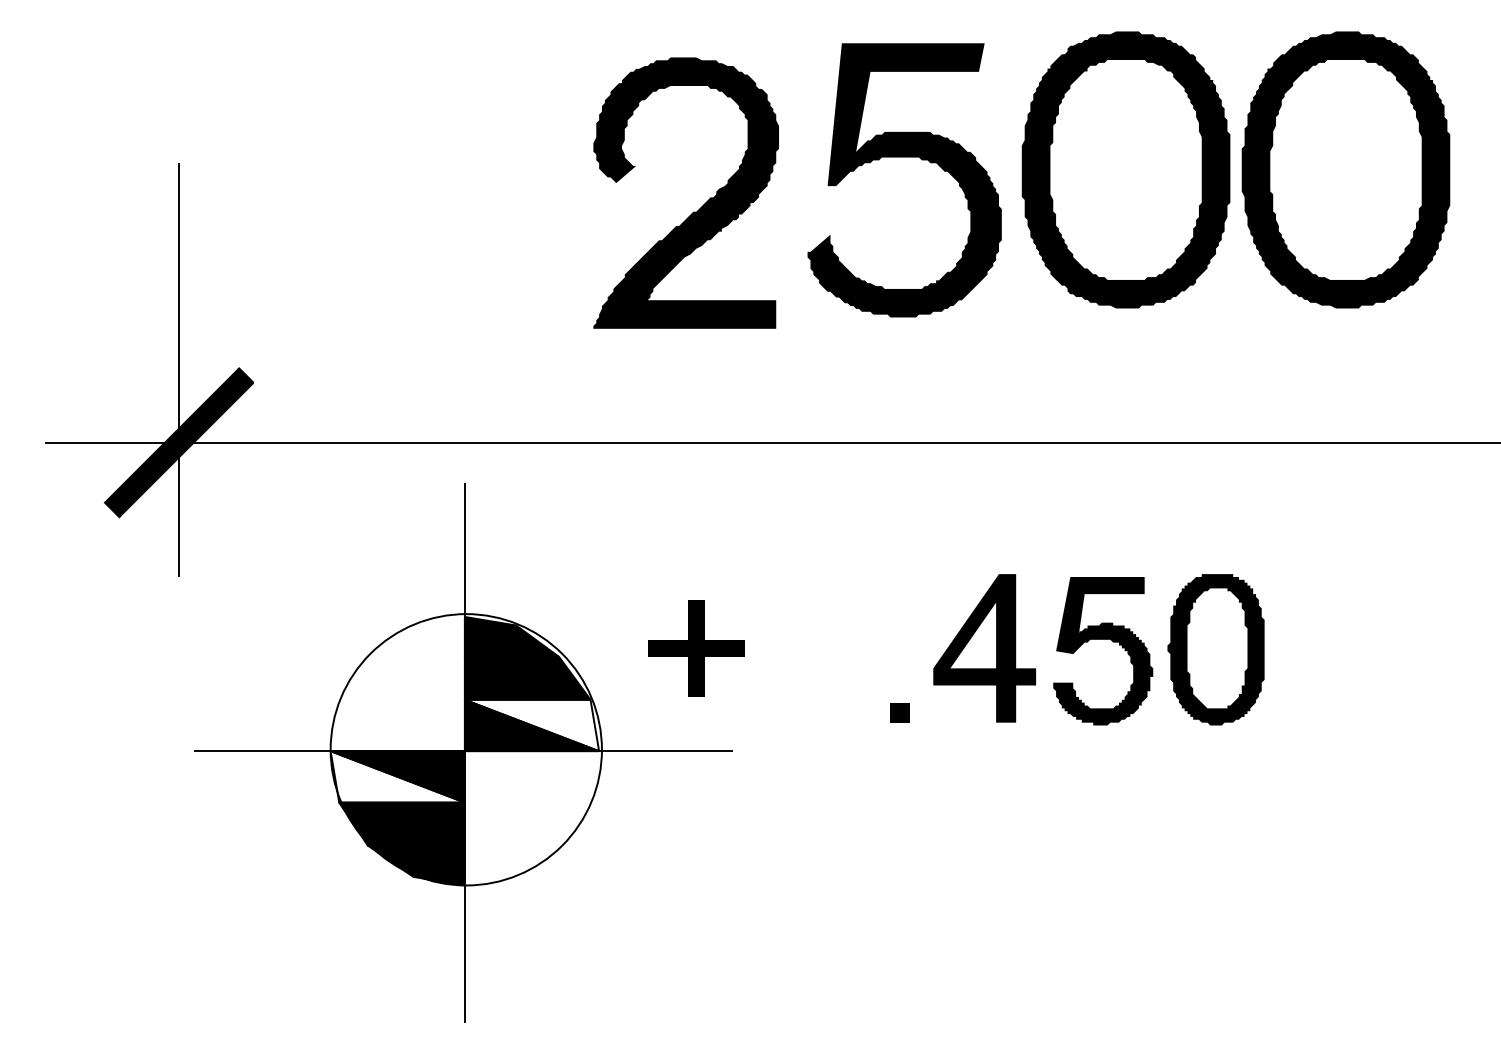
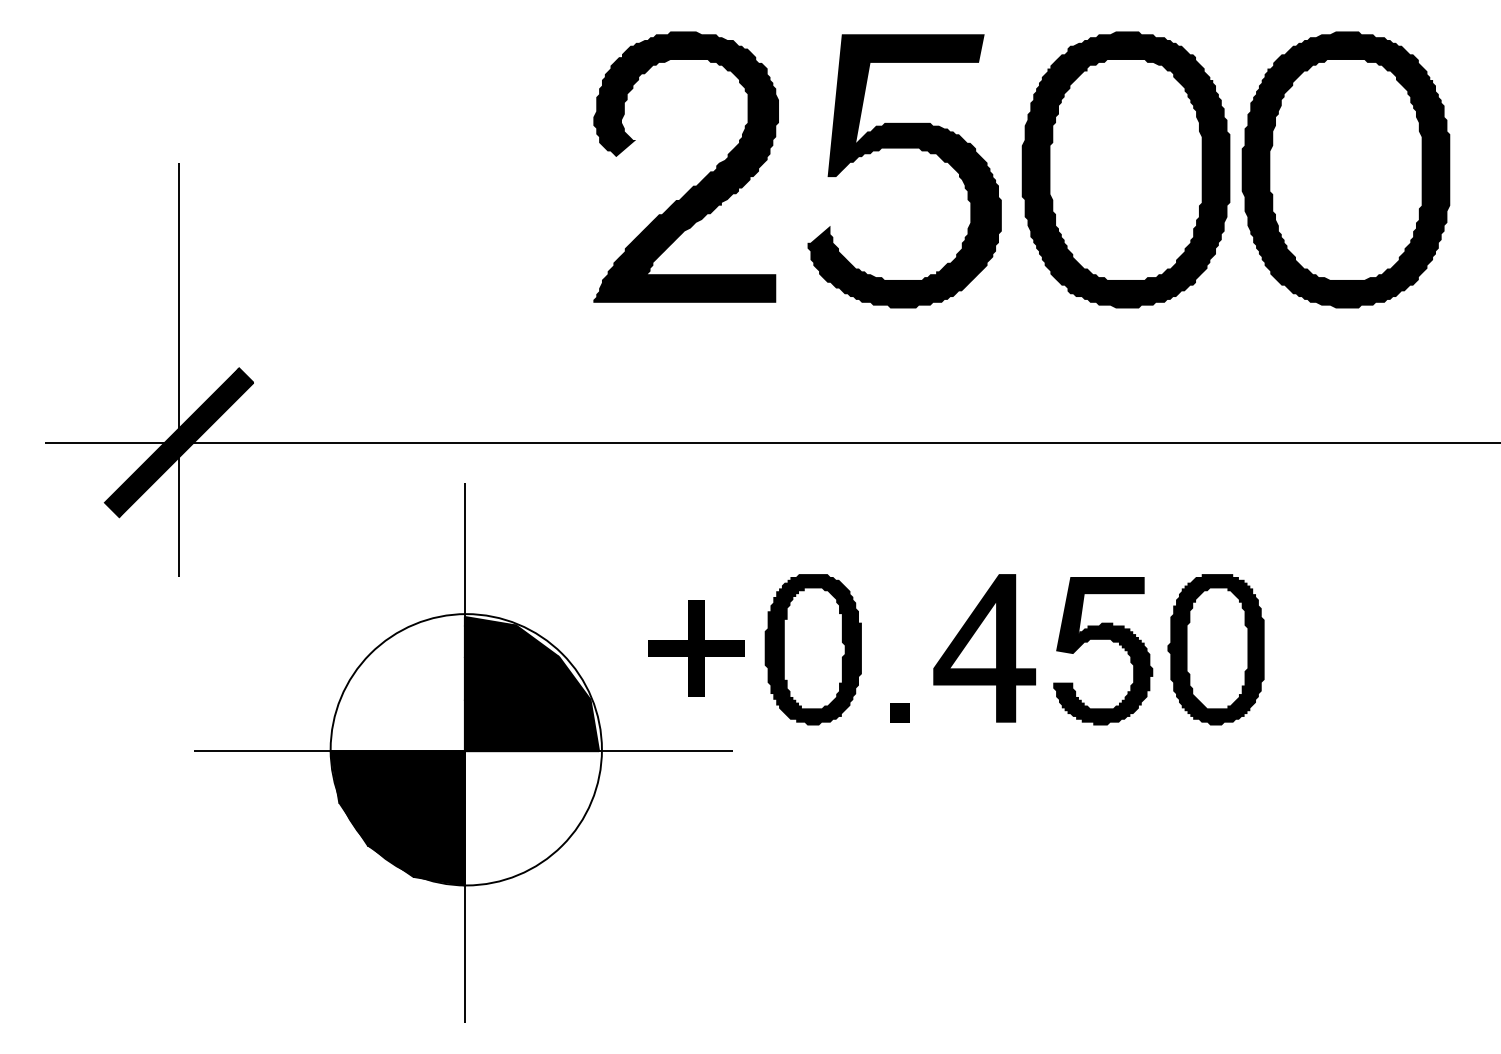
part at (904, 157) position: (904, 157) -> (904, 148)
part at (693, 211) position: (693, 211) -> (693, 185)
part at (812, 649): none -> present
fill at (531, 725): none -> present
fill at (397, 776): none -> present
